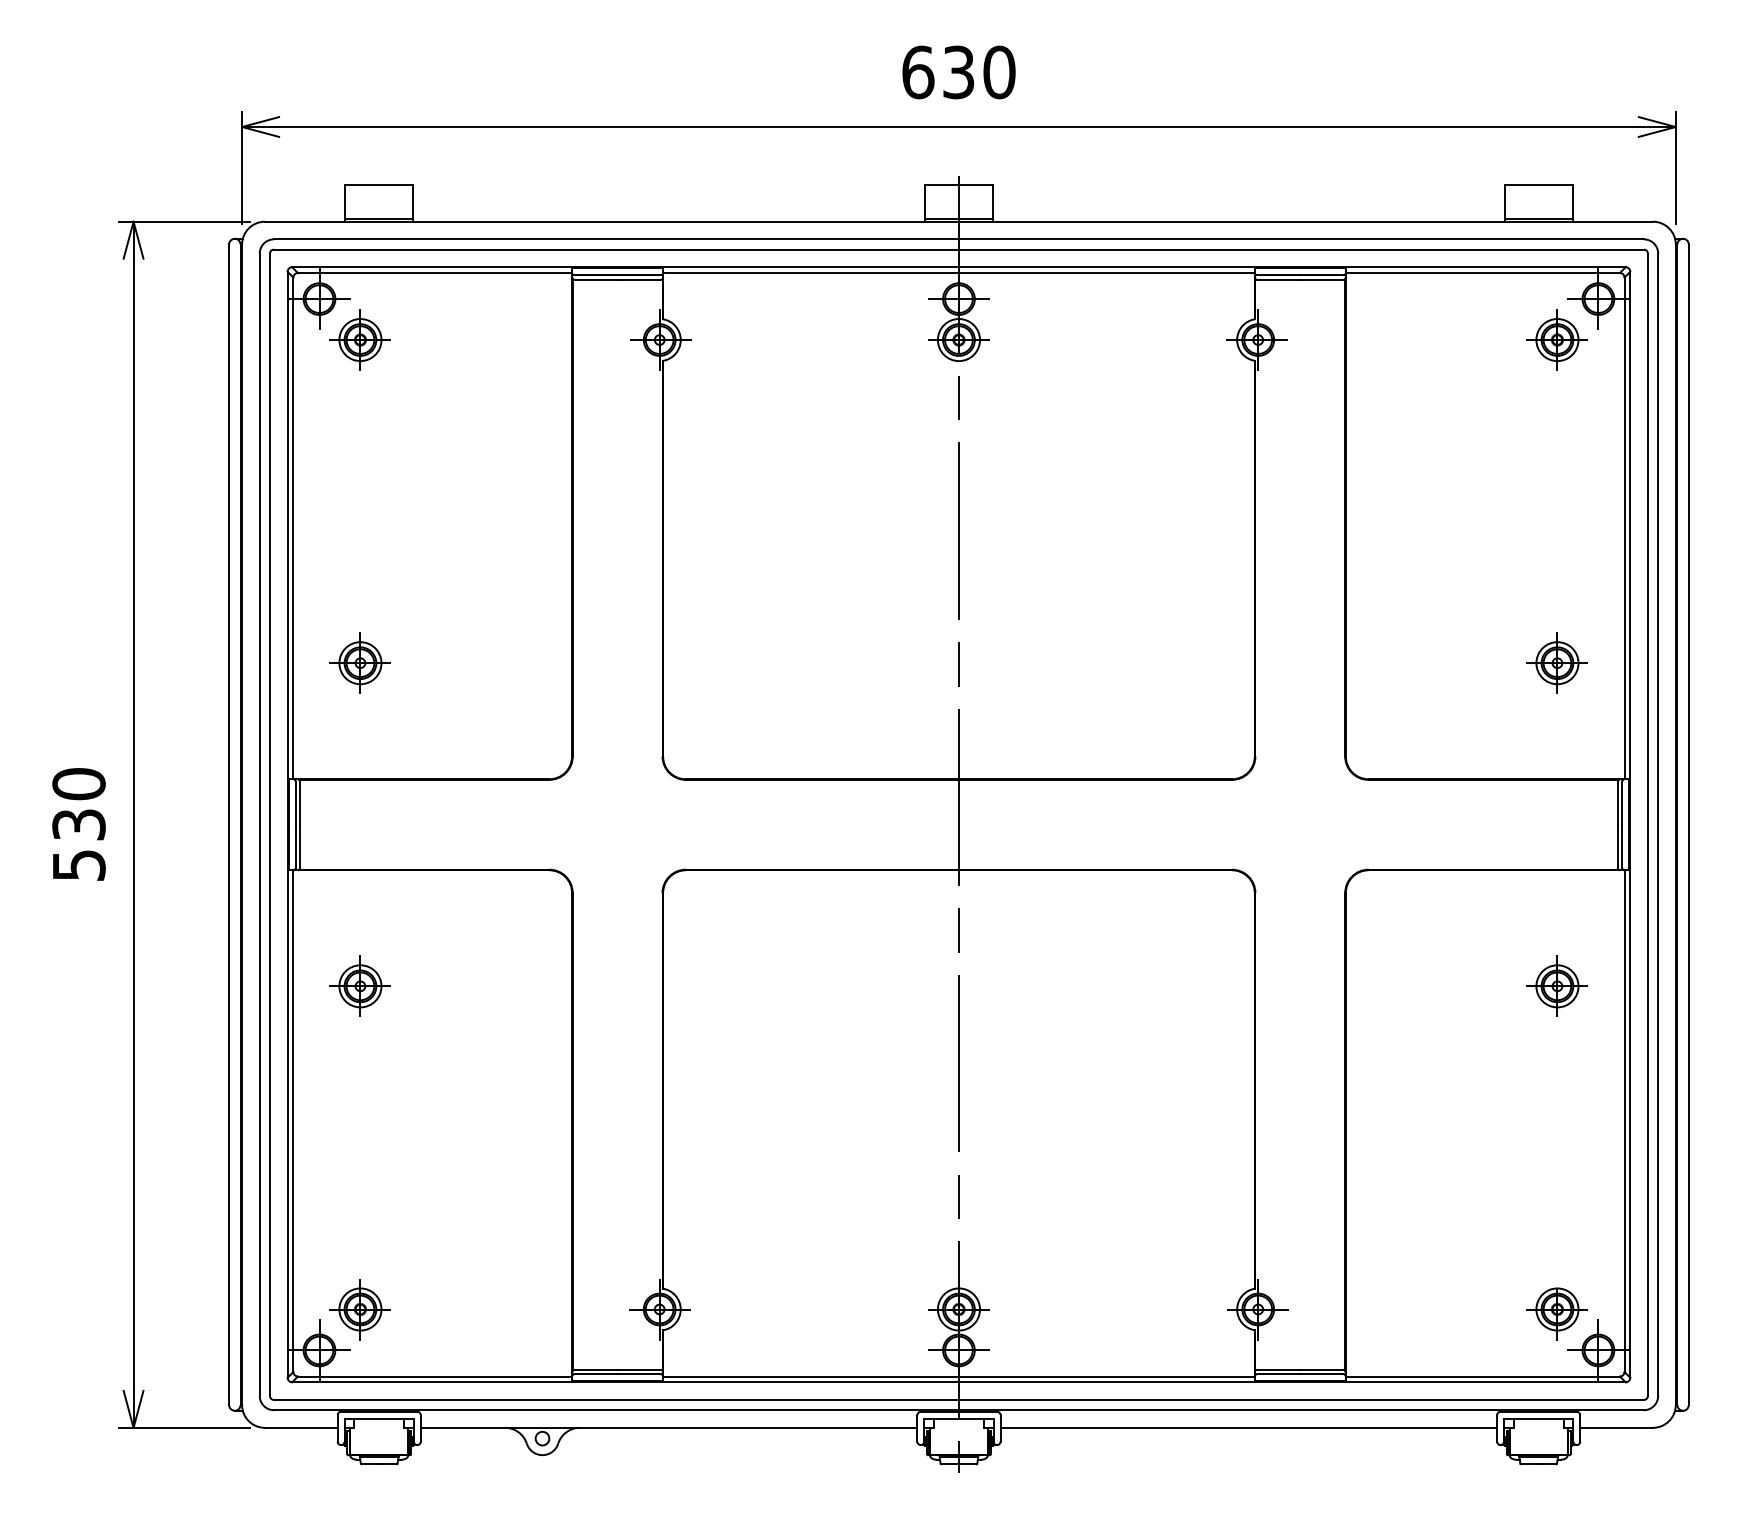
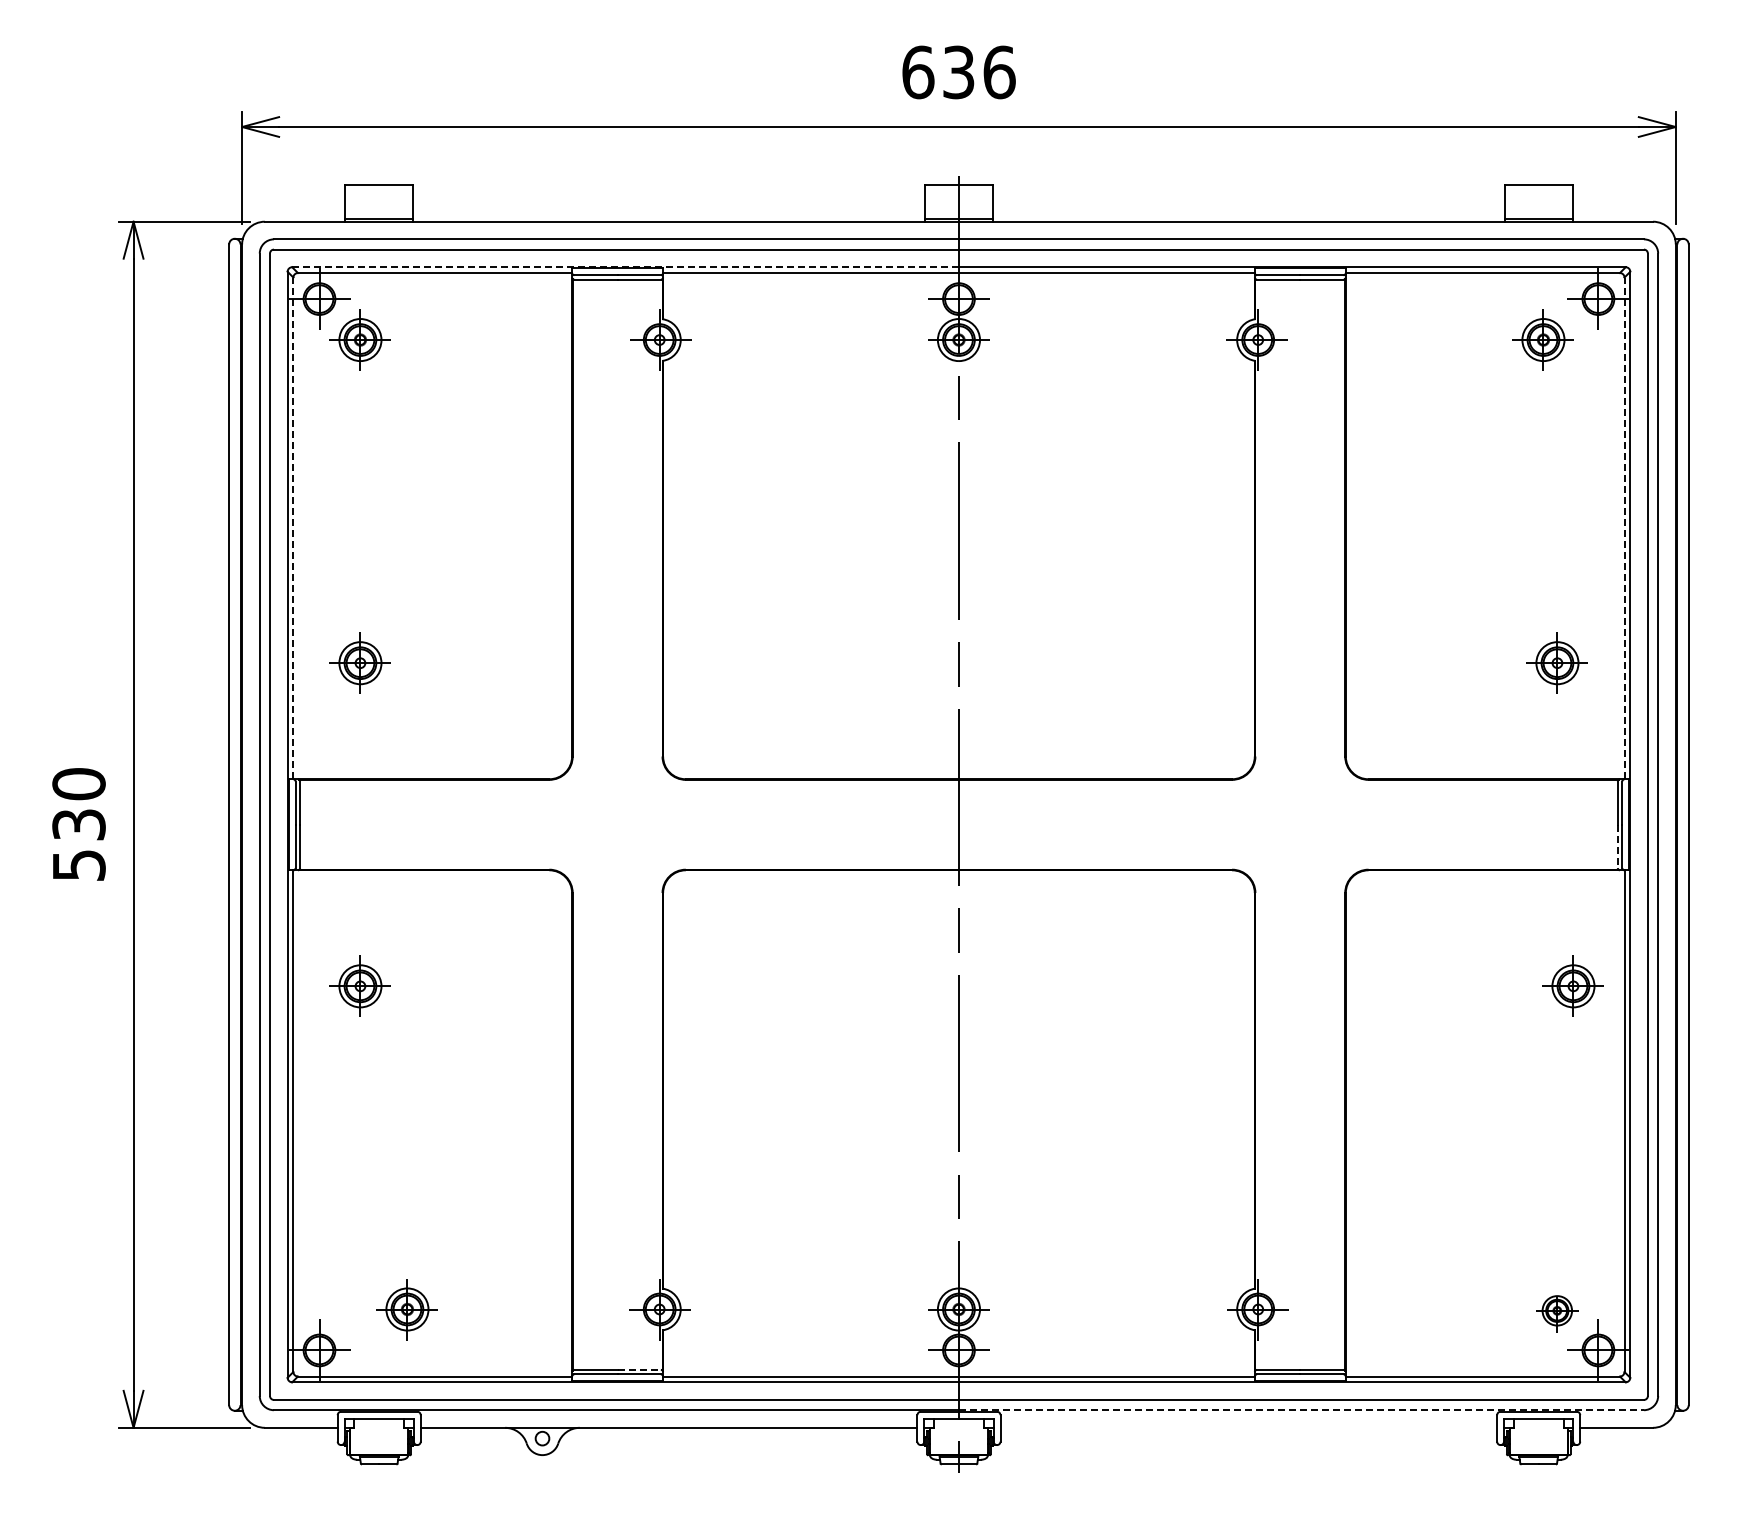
text at (999, 72): 630 -> 636
line at (625, 267): solid -> dashed
part at (1556, 339) position: (1556, 339) -> (1542, 339)
line at (293, 528): solid -> dashed
line at (1624, 528): solid -> dashed
line at (1617, 846): solid -> dashed
part at (1556, 985) position: (1556, 985) -> (1572, 985)
part at (359, 1309) position: (359, 1309) -> (406, 1309)
part at (1556, 1313) size: 62x54 px -> 43x38 px
line at (639, 1369): solid -> dashed
line at (1301, 1410): solid -> dashed
line at (1248, 1427): present -> none
